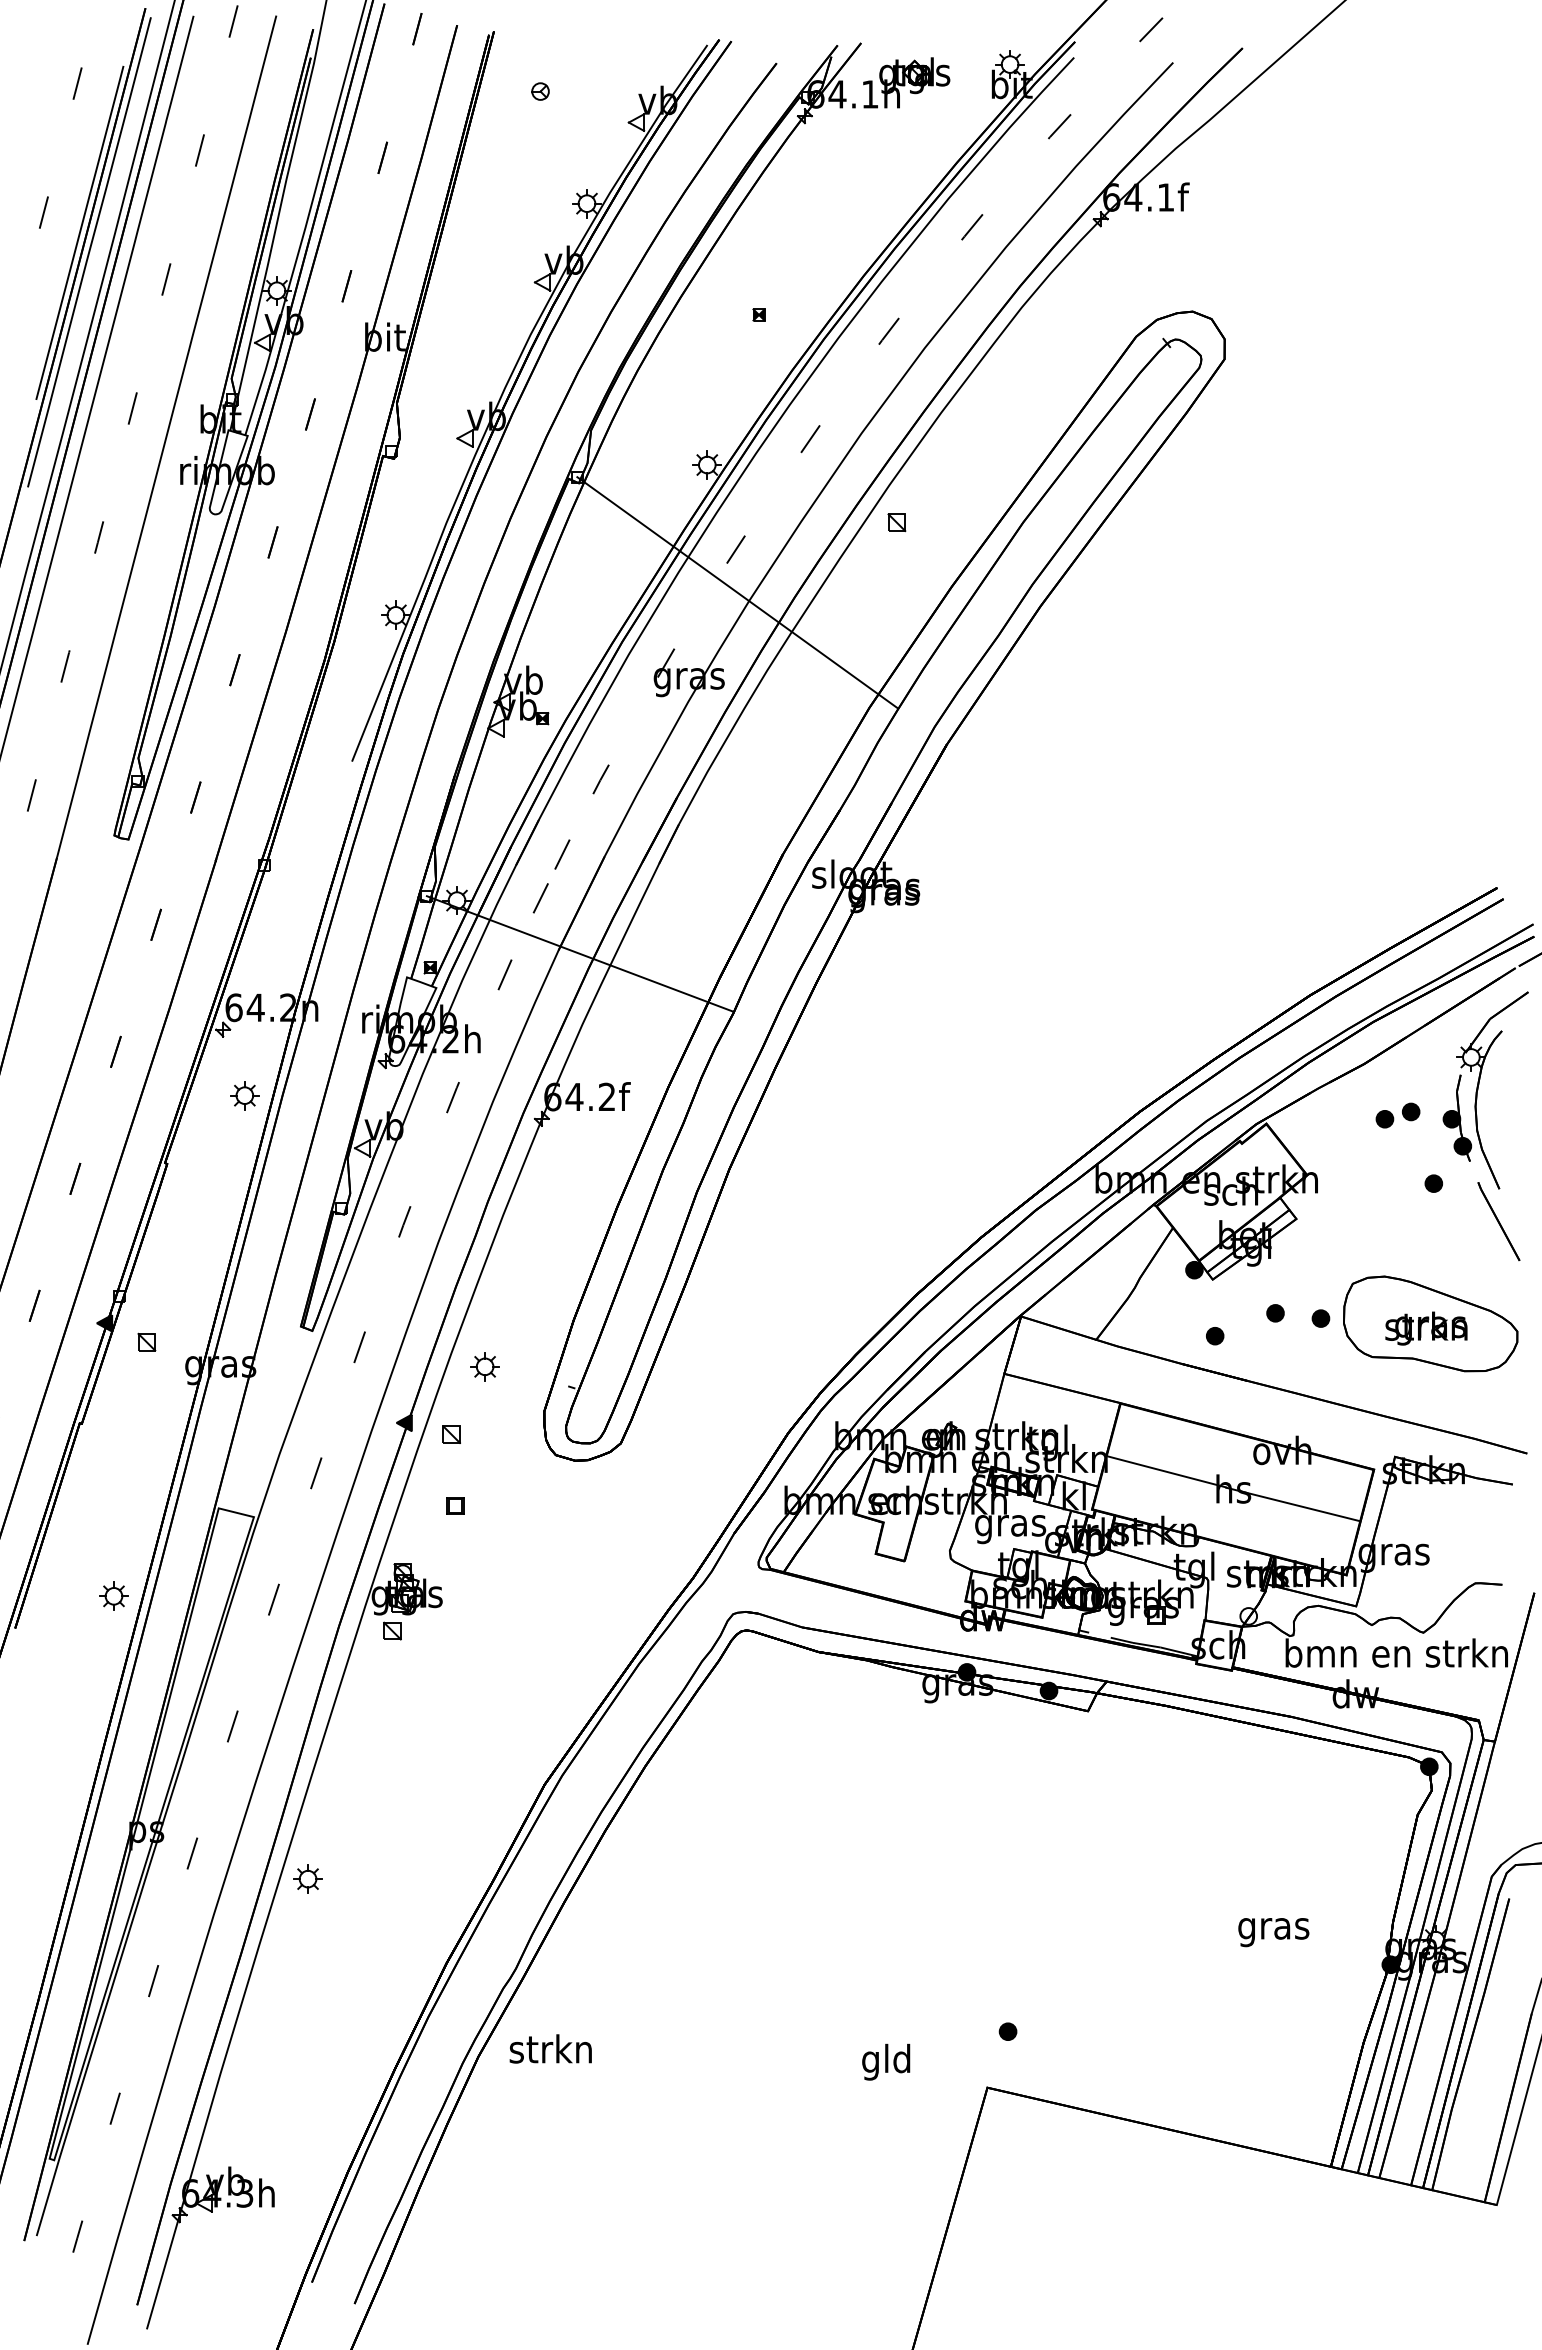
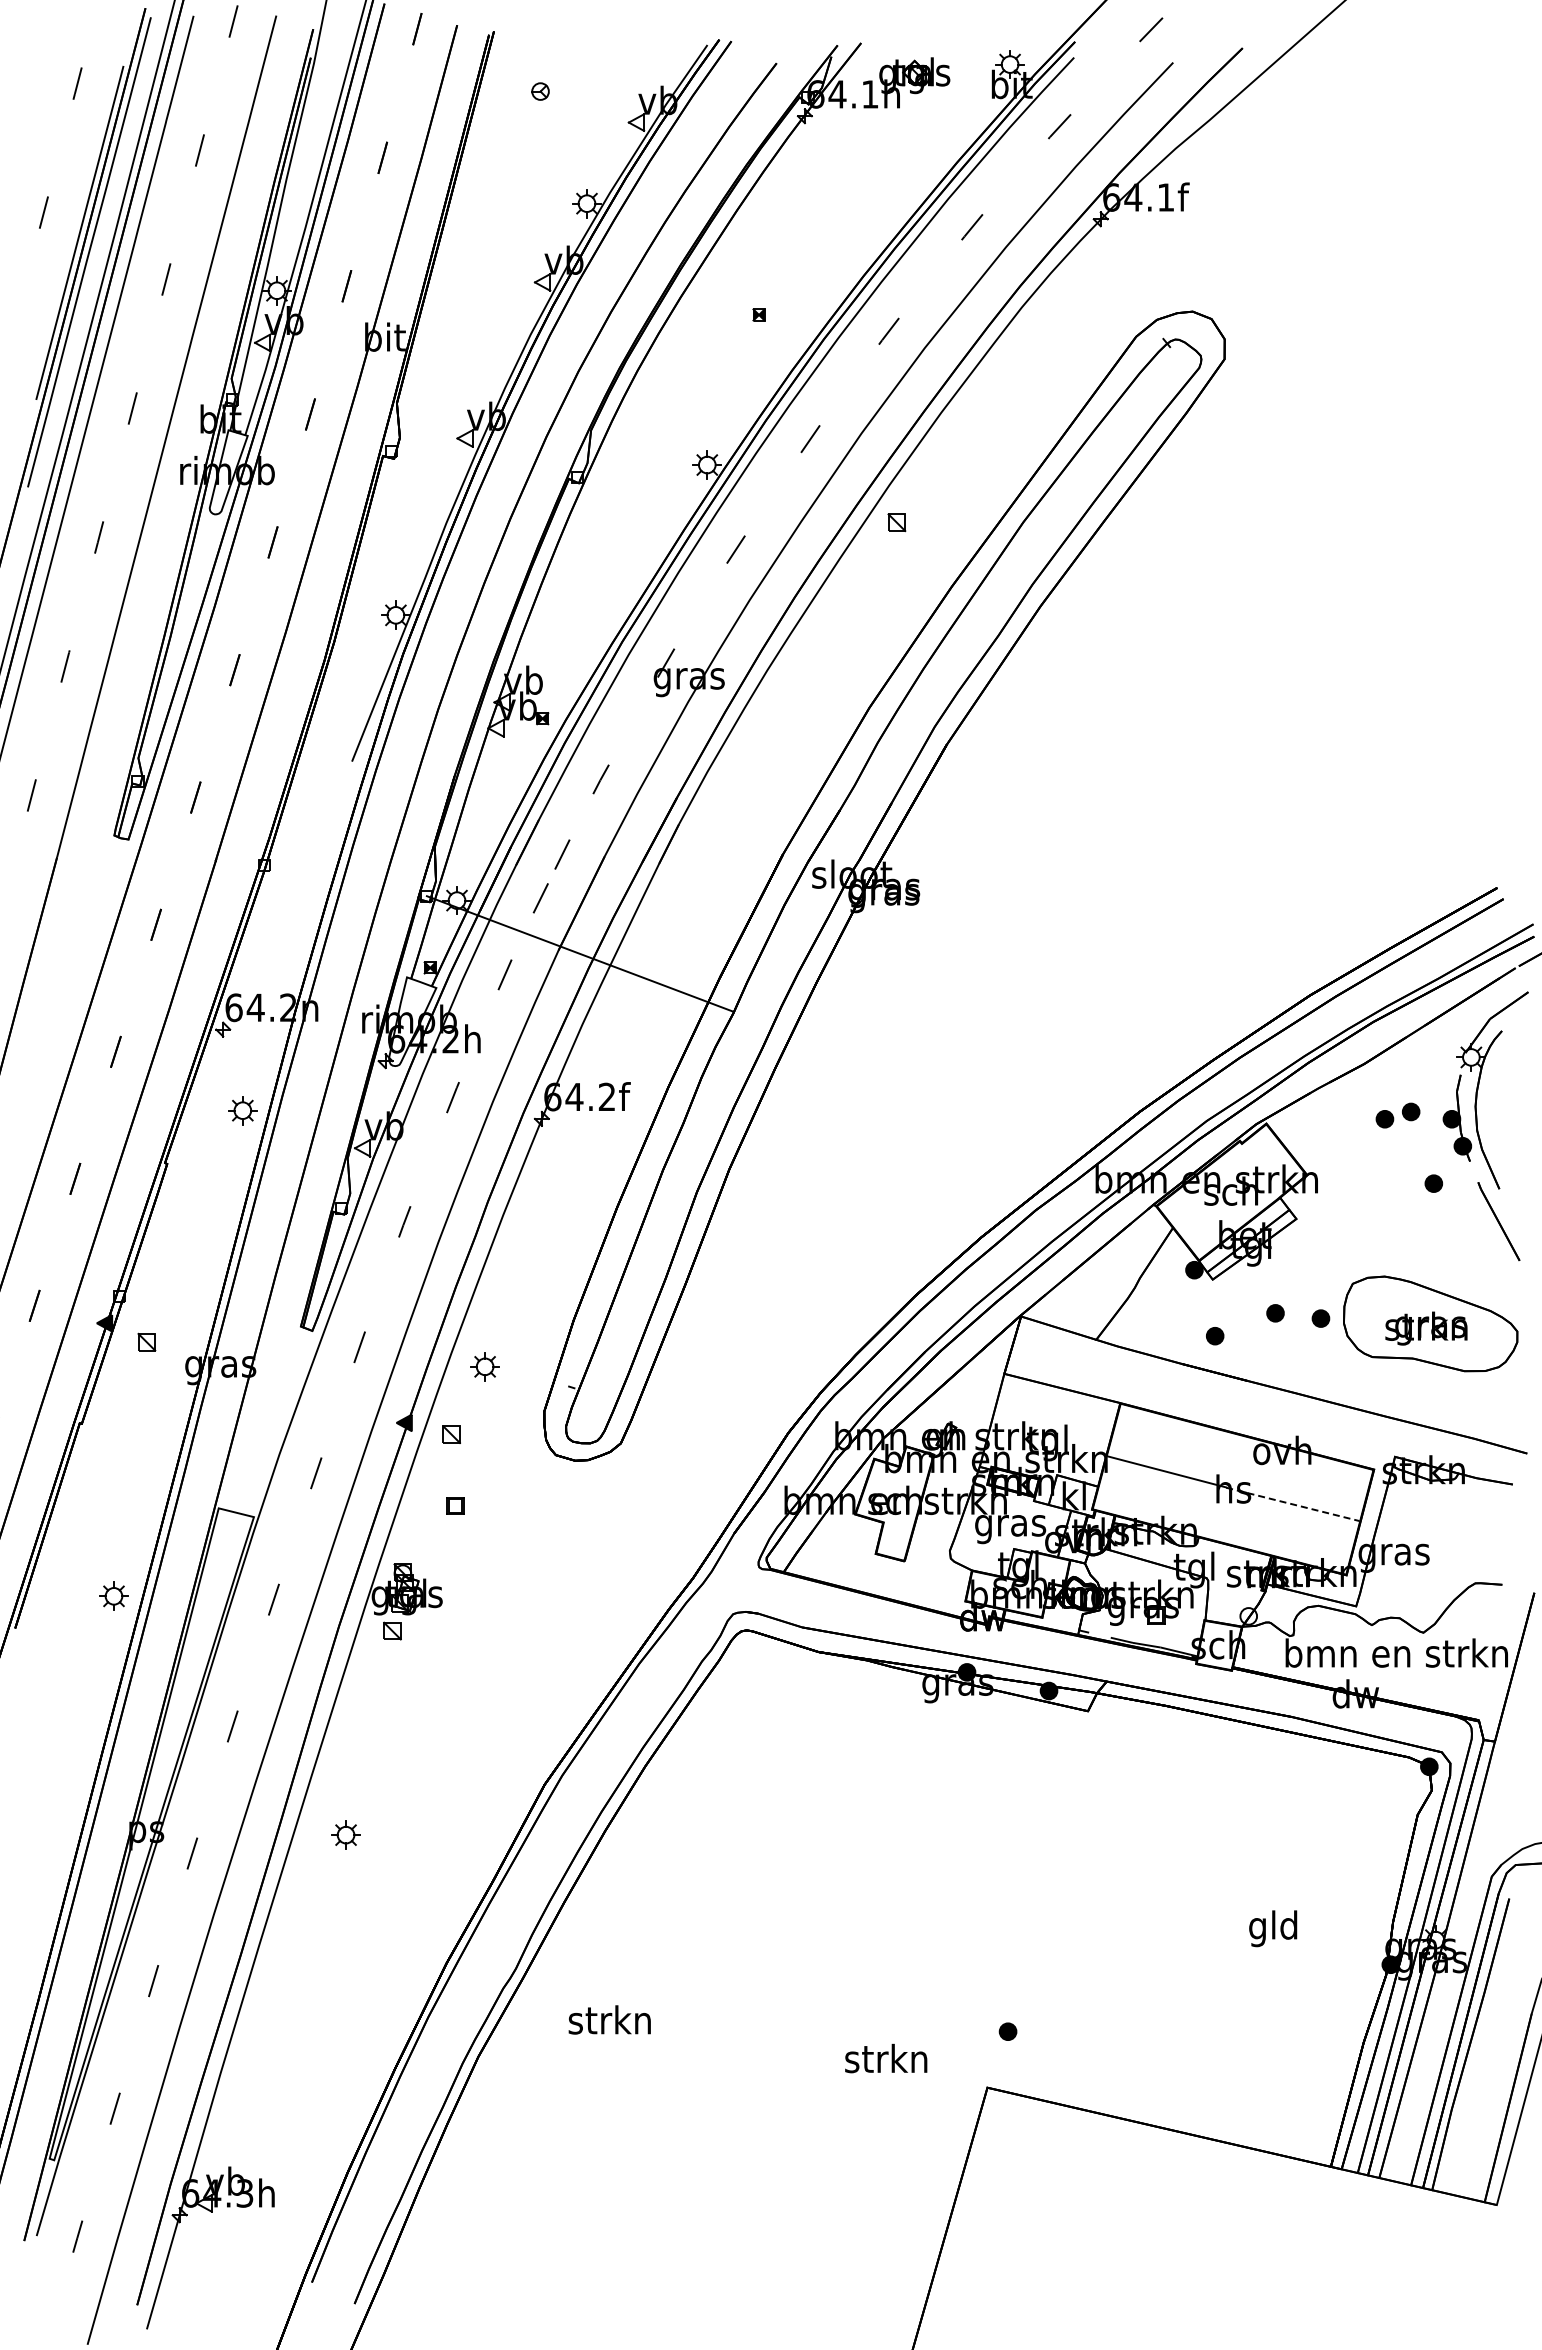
line at (737, 592): present -> none
part at (244, 1095) position: (244, 1095) -> (242, 1110)
line at (1292, 1504): solid -> dashed
part at (307, 1878) position: (307, 1878) -> (345, 1834)
text at (1273, 1928): gras -> gld
text at (550, 2048) position: (550, 2048) -> (609, 2019)
text at (886, 2061): gld -> strkn
